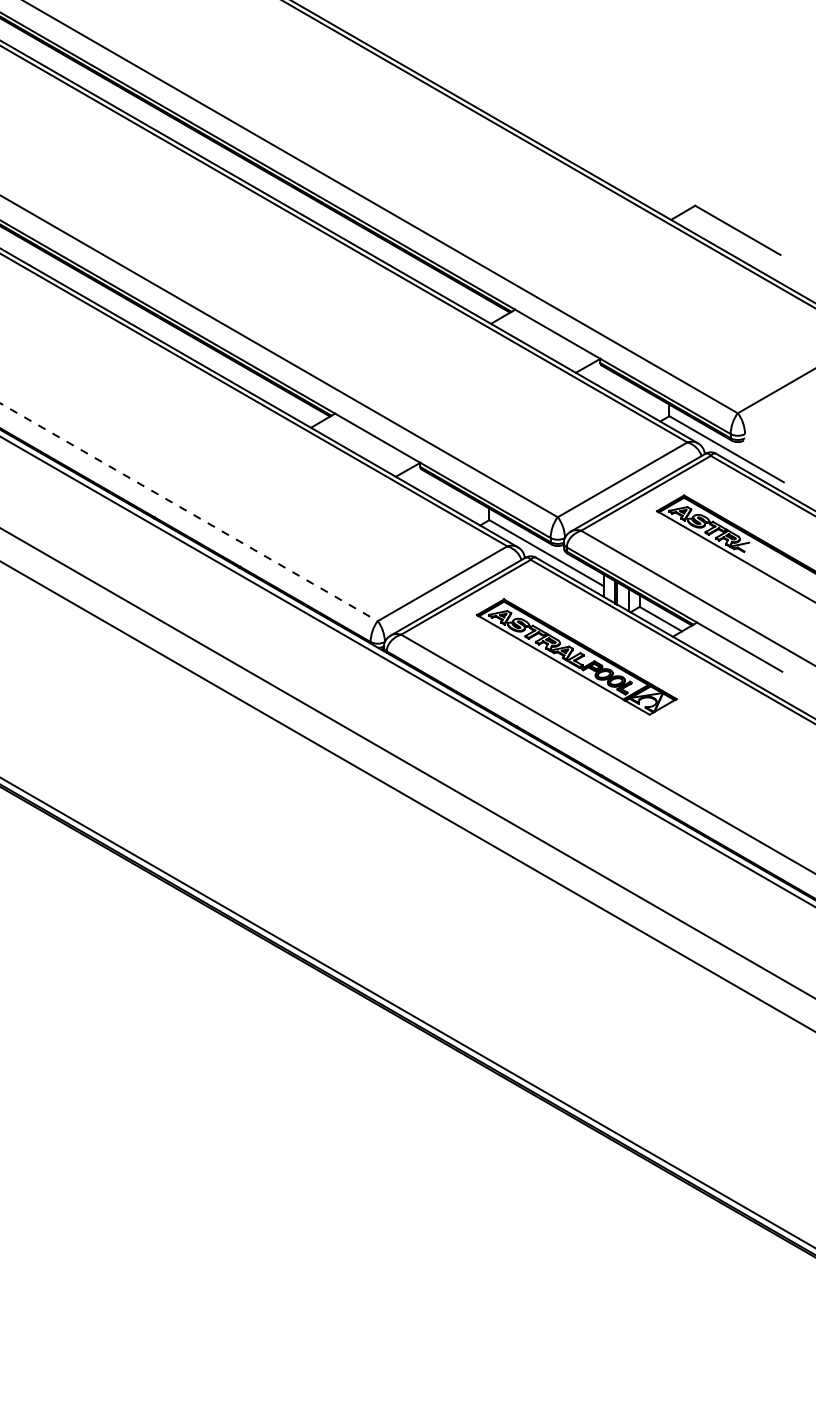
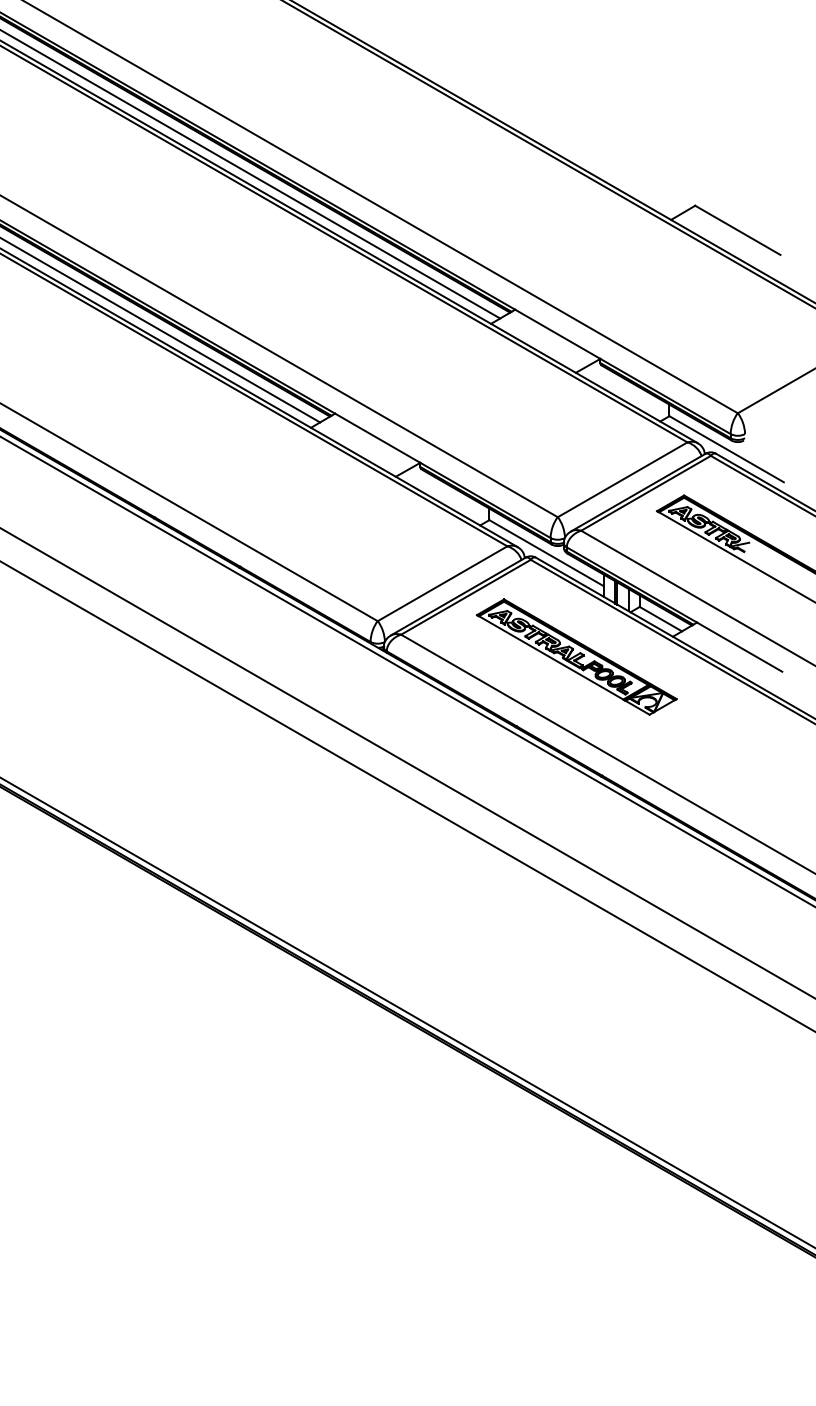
line at (251, 174): none -> present
line at (161, 330): none -> present
line at (189, 512): dashed -> solid
